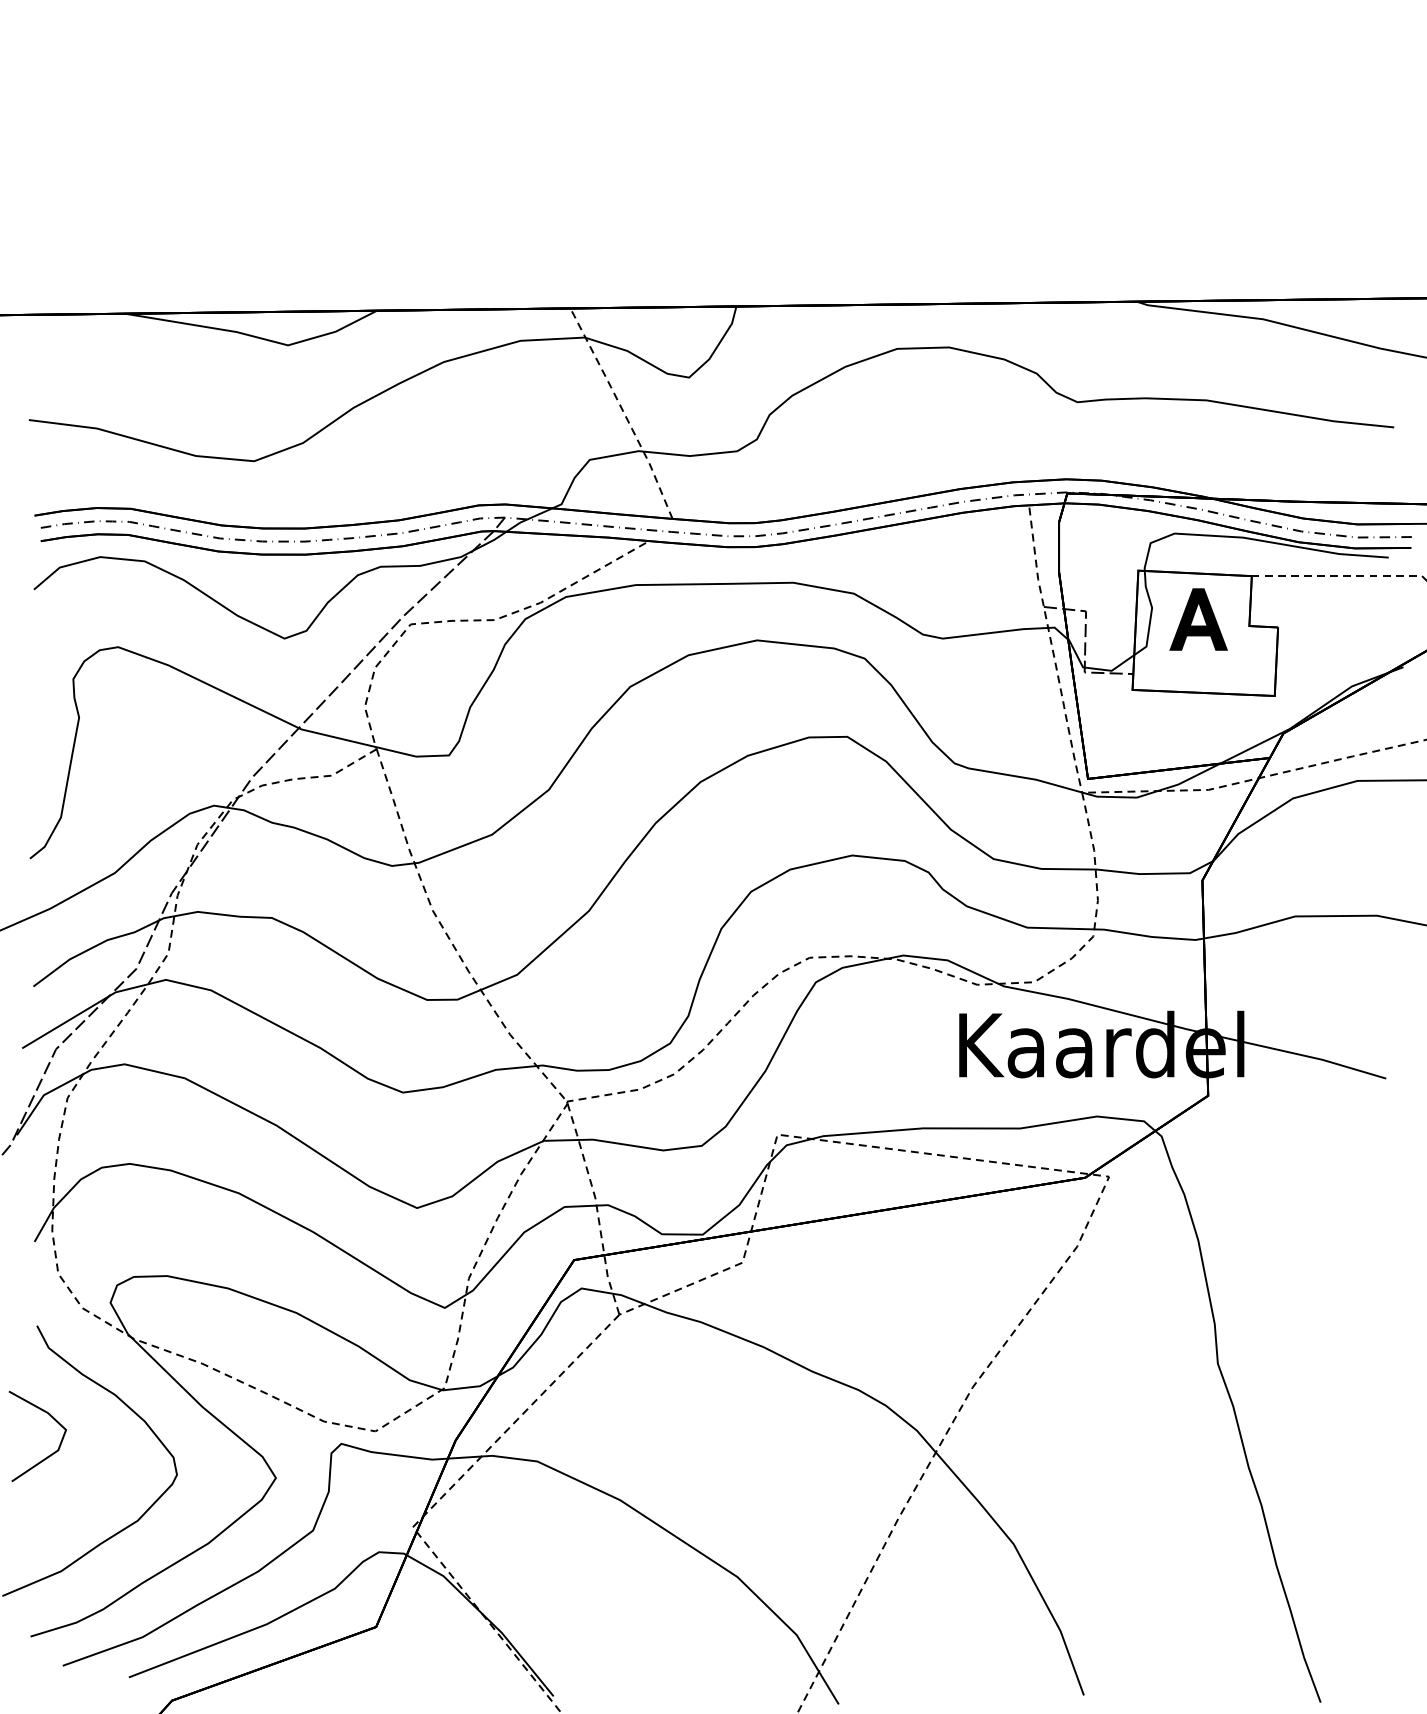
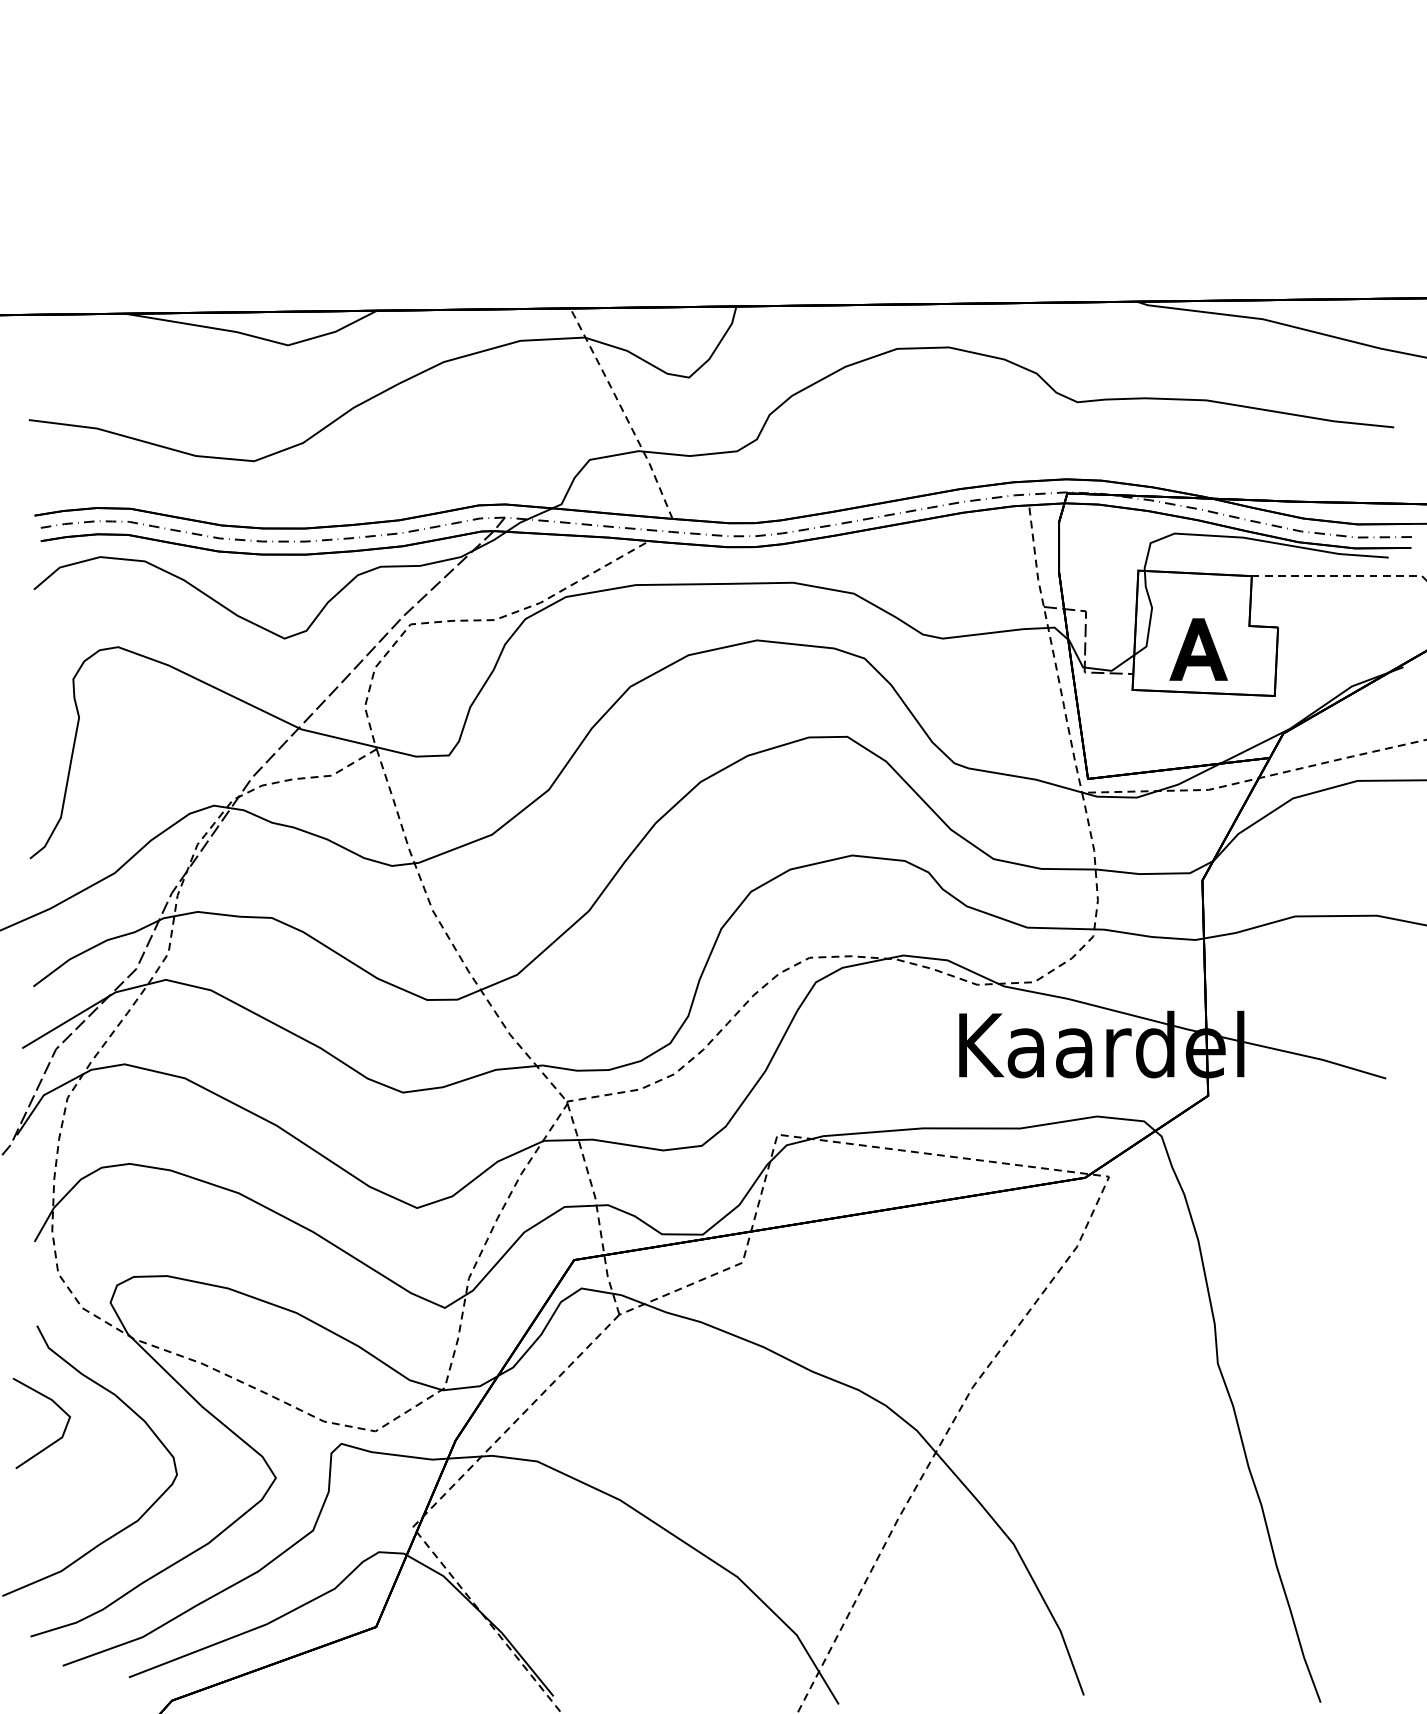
part at (1198, 619) position: (1198, 619) -> (1198, 649)
line at (48, 1455) position: (48, 1455) -> (52, 1442)
